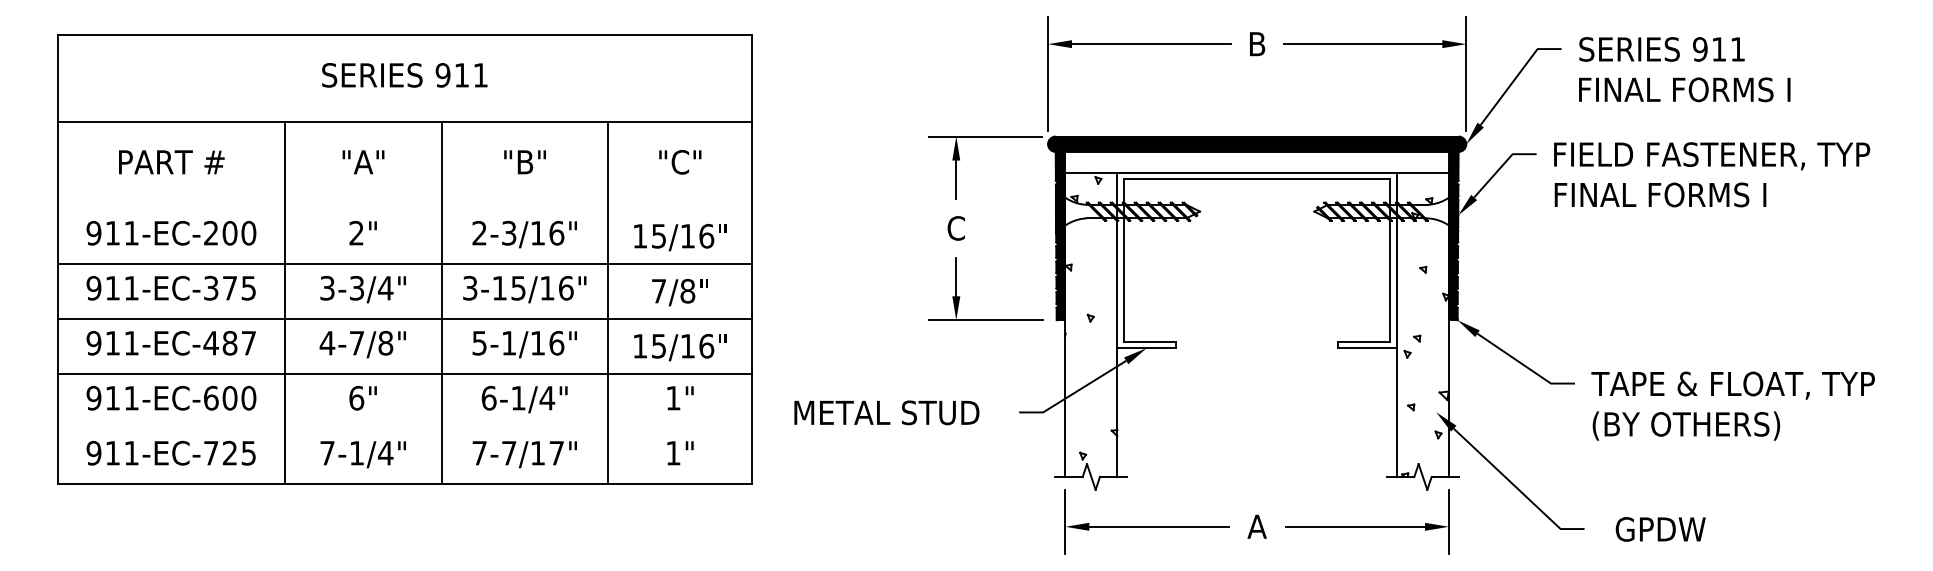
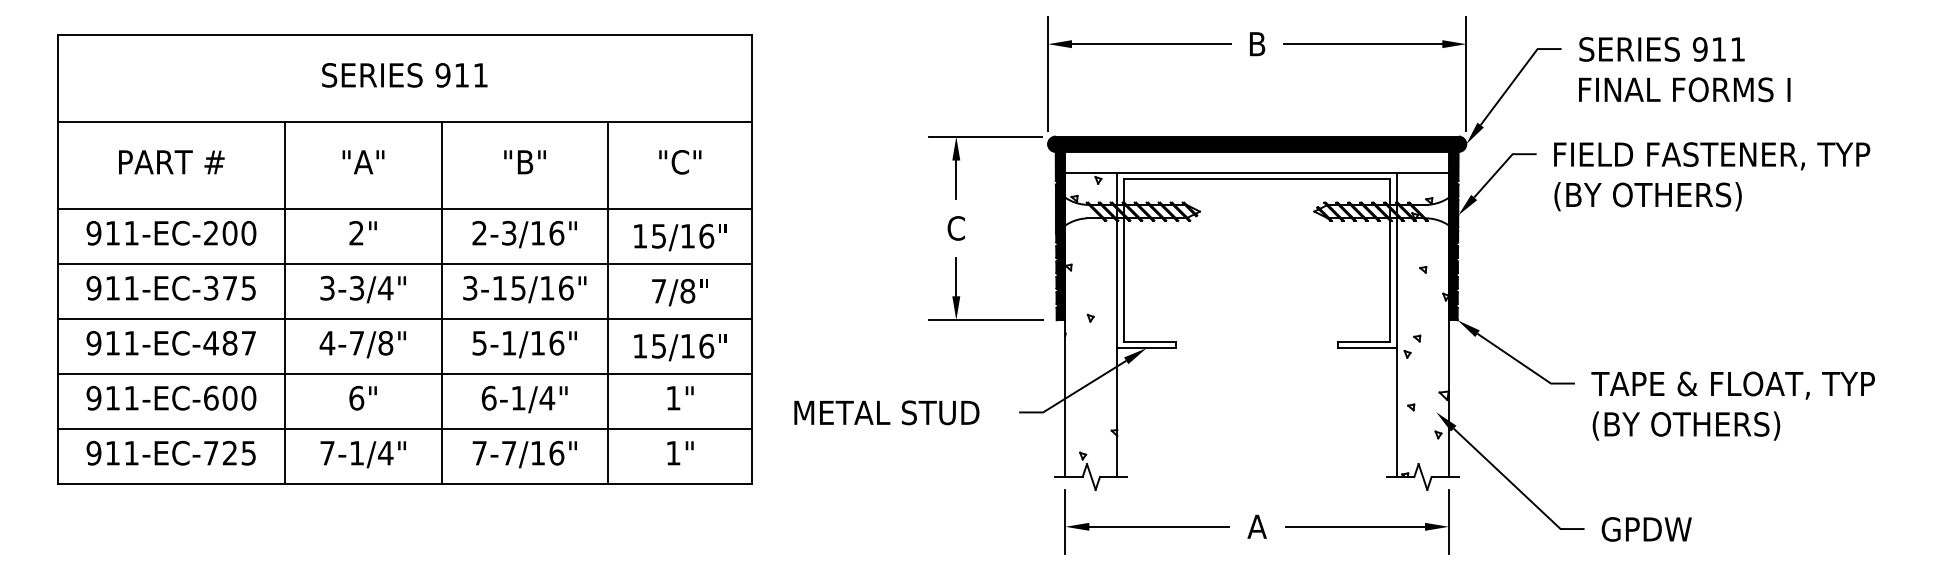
text at (1660, 196): FINAL FORMS I -> (BY OTHERS)
line at (404, 208): none -> present
line at (404, 428): none -> present
text at (556, 452): 7-7/17" -> 7-7/16"
text at (1660, 529) position: (1660, 529) -> (1646, 529)
